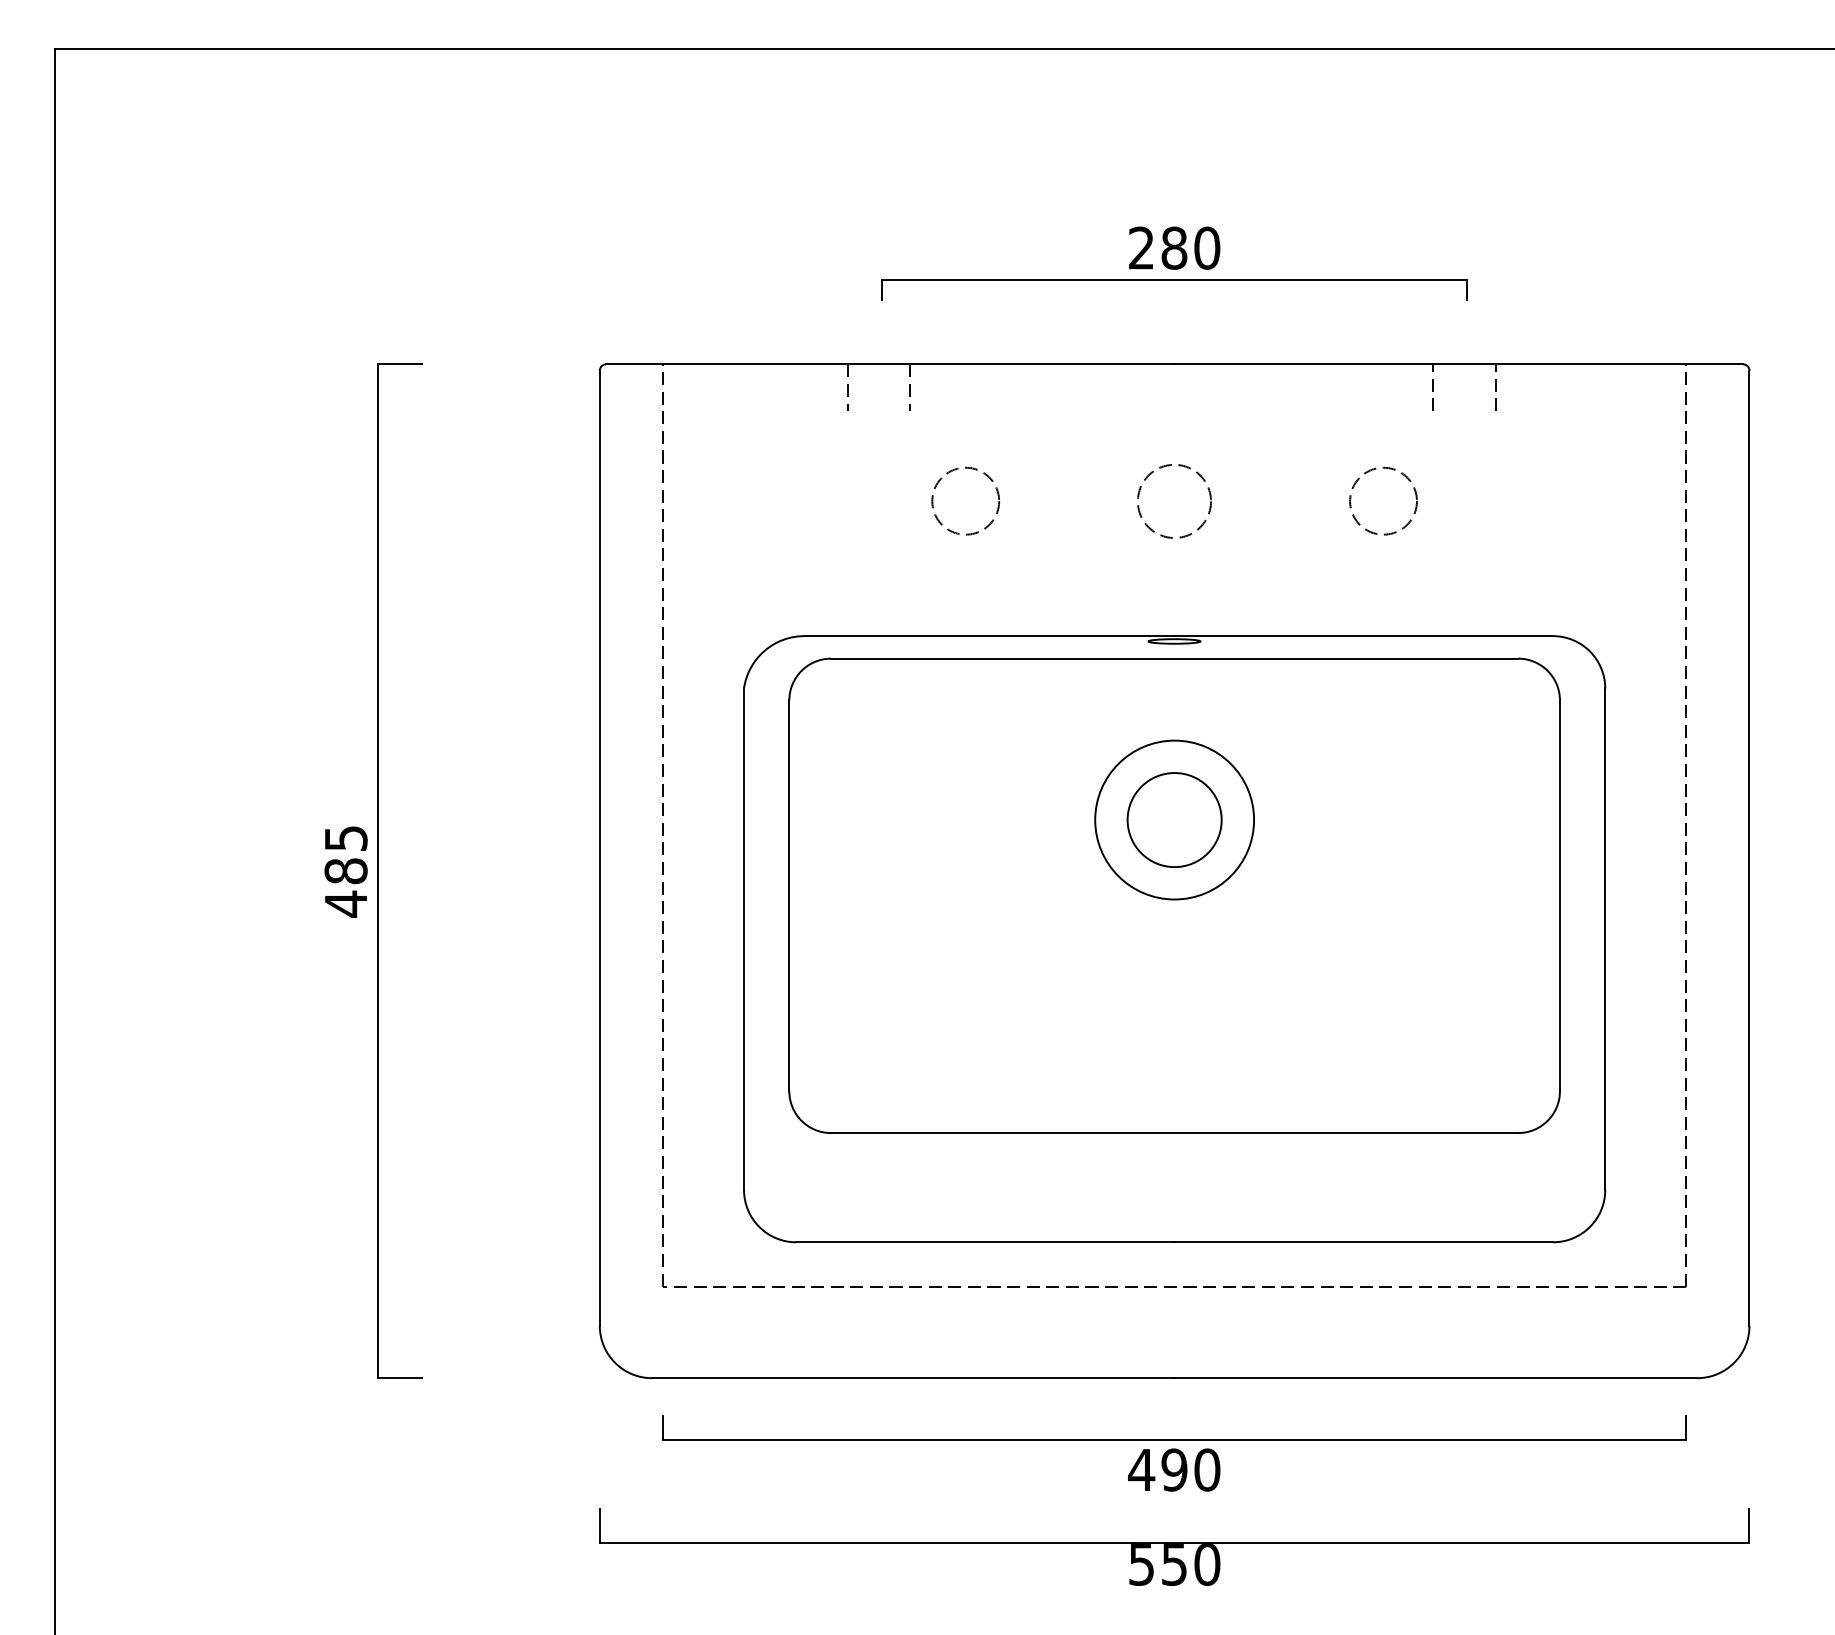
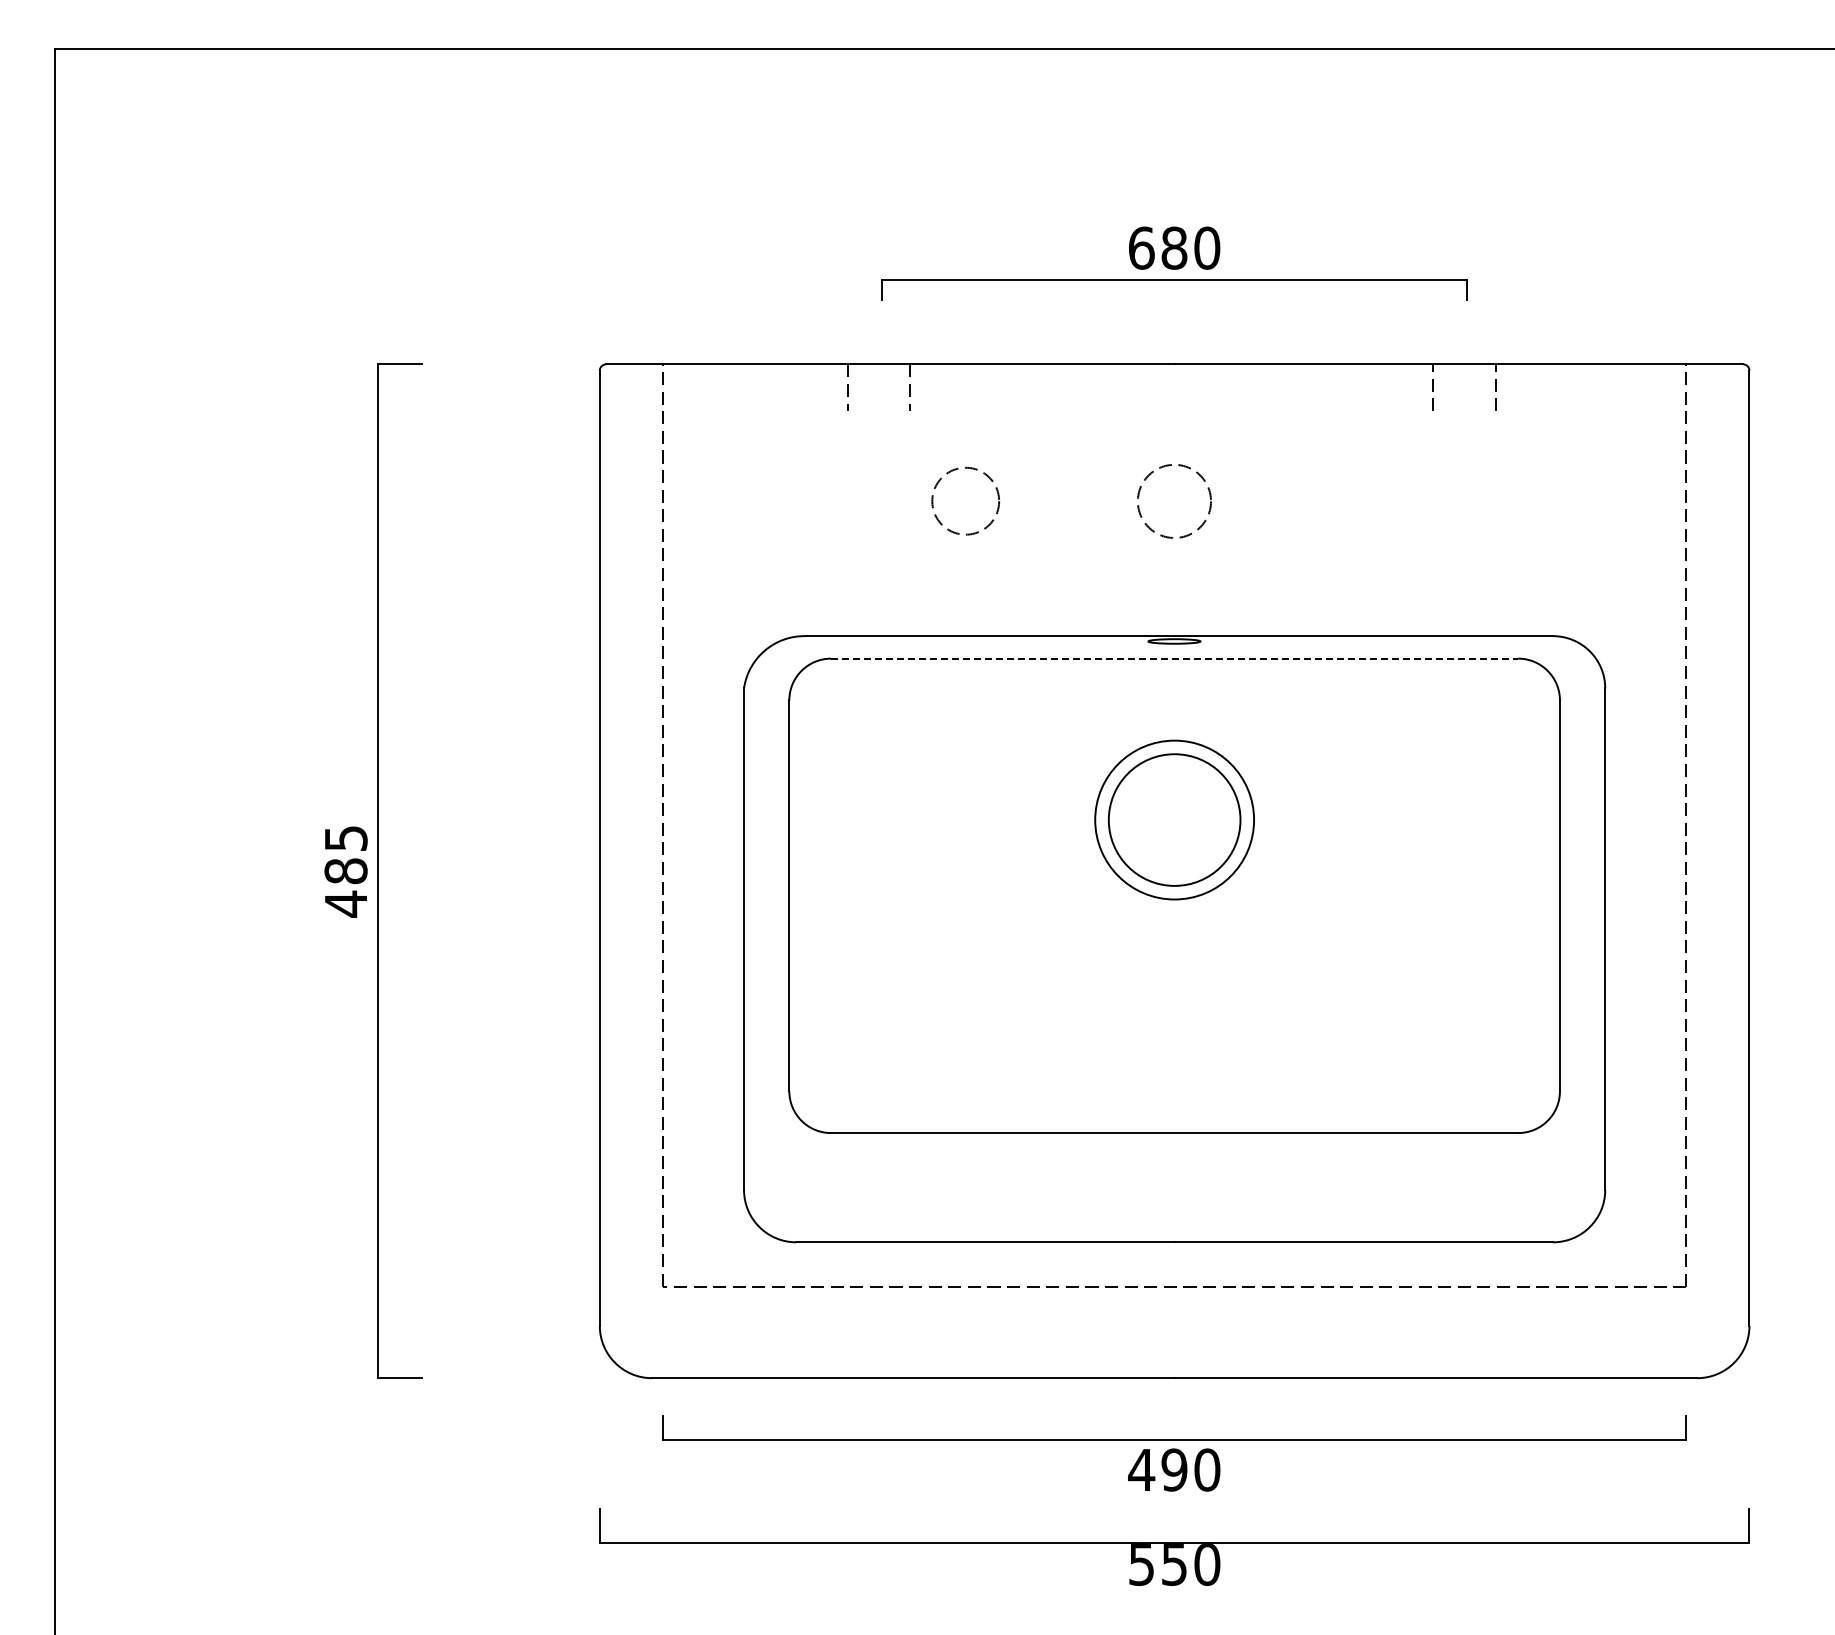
text at (1141, 247): 280 -> 680
circle at (1383, 500): present -> none
line at (1174, 658): solid -> dashed
circle at (1174, 820) diameter: 94 px -> 132 px
